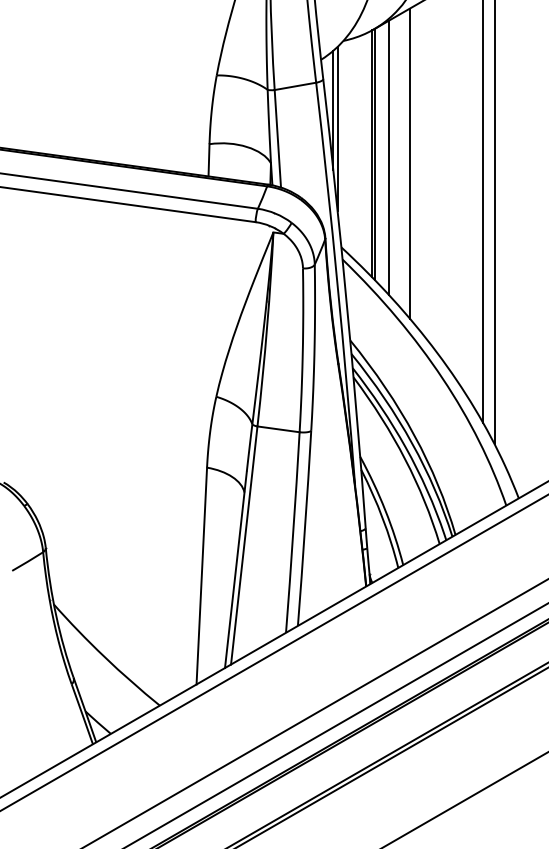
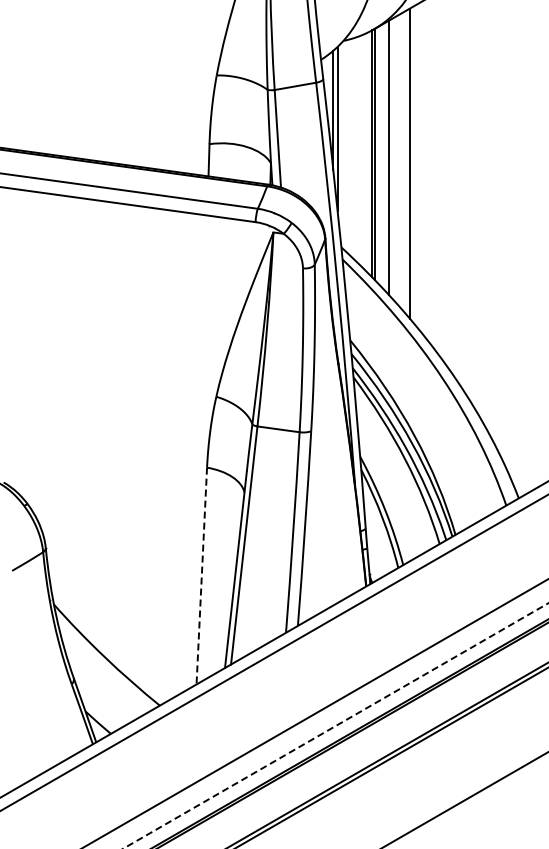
line at (483, 212): present -> none
line at (494, 223): present -> none
line at (201, 576): solid -> dashed
line at (336, 725): solid -> dashed
